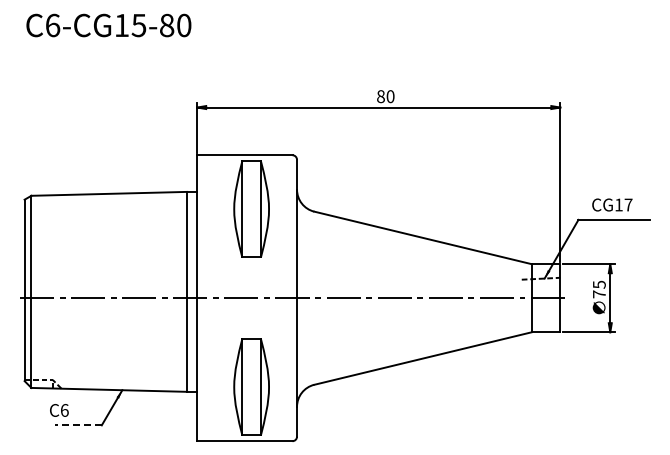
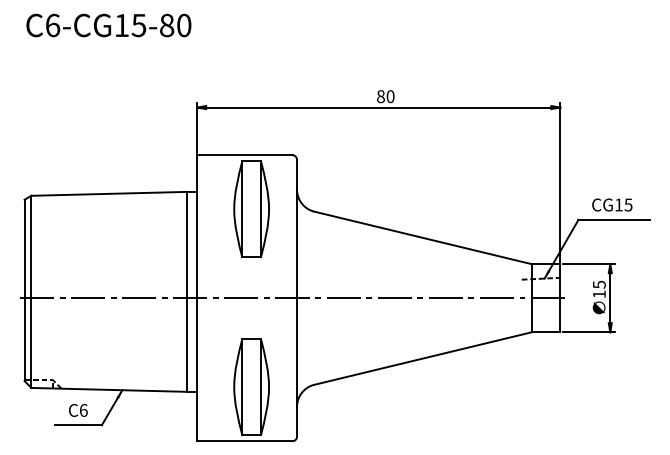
text at (628, 204): CG17 -> CG15
text at (599, 294): 75 -> 15
text at (59, 410) position: (59, 410) -> (78, 410)
line at (78, 425): dashed -> solid
